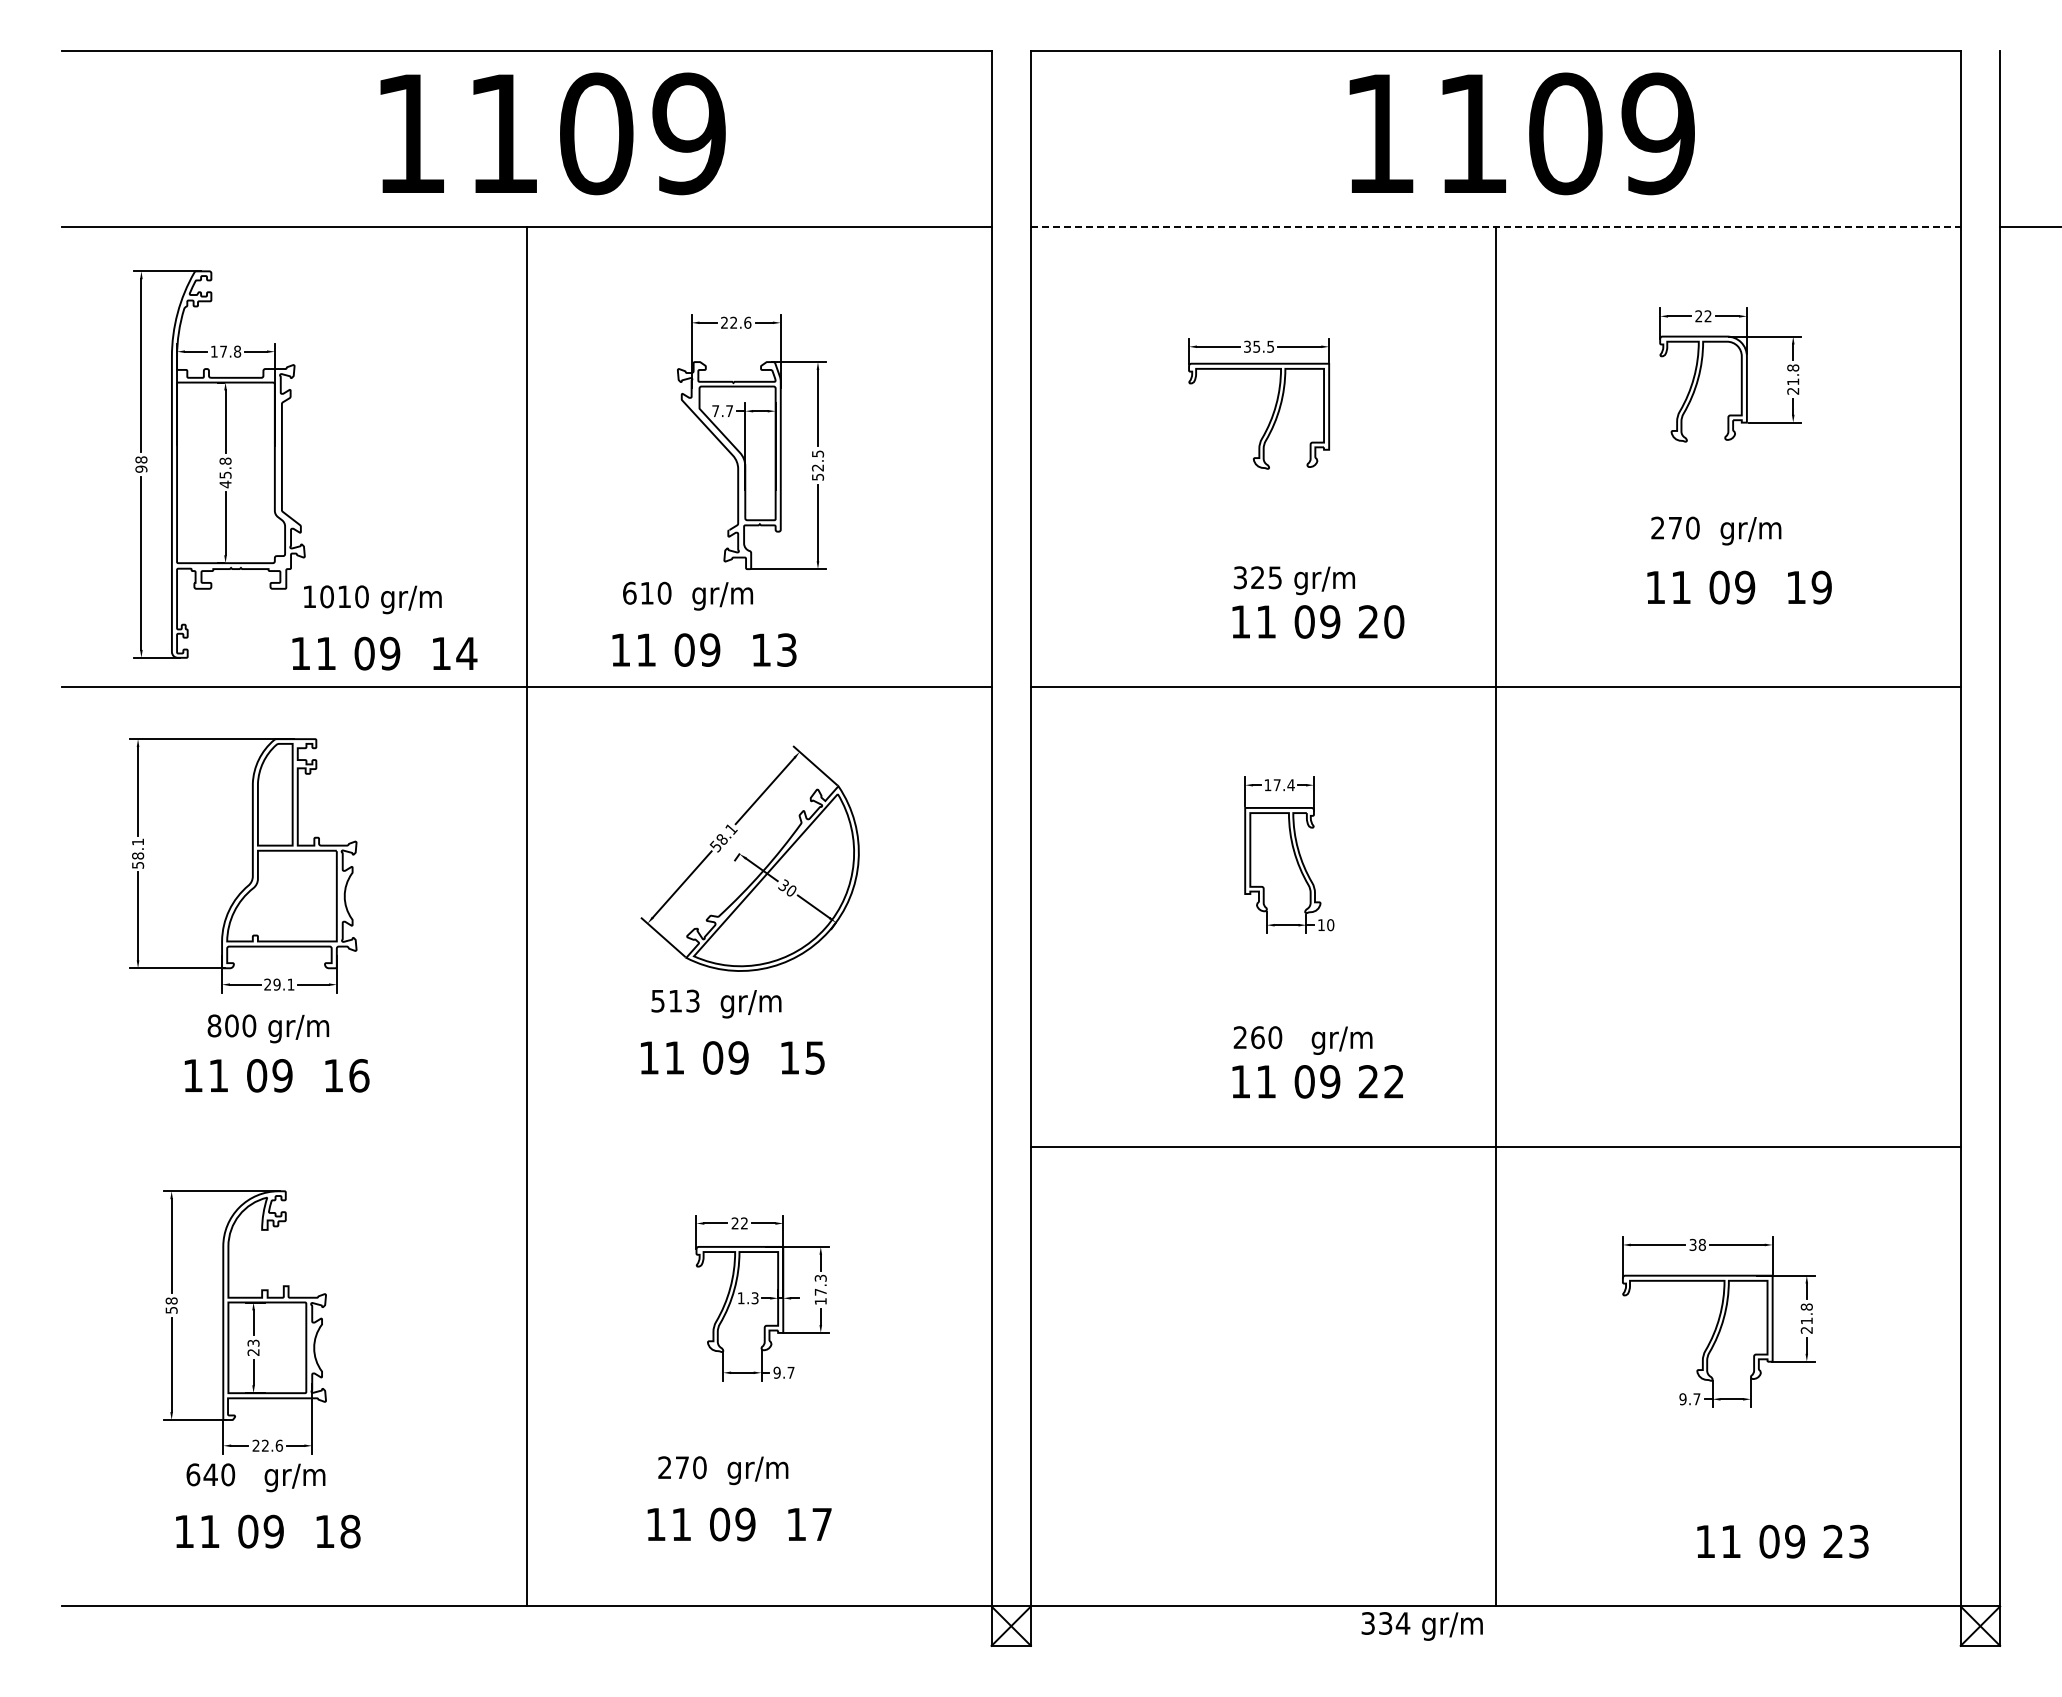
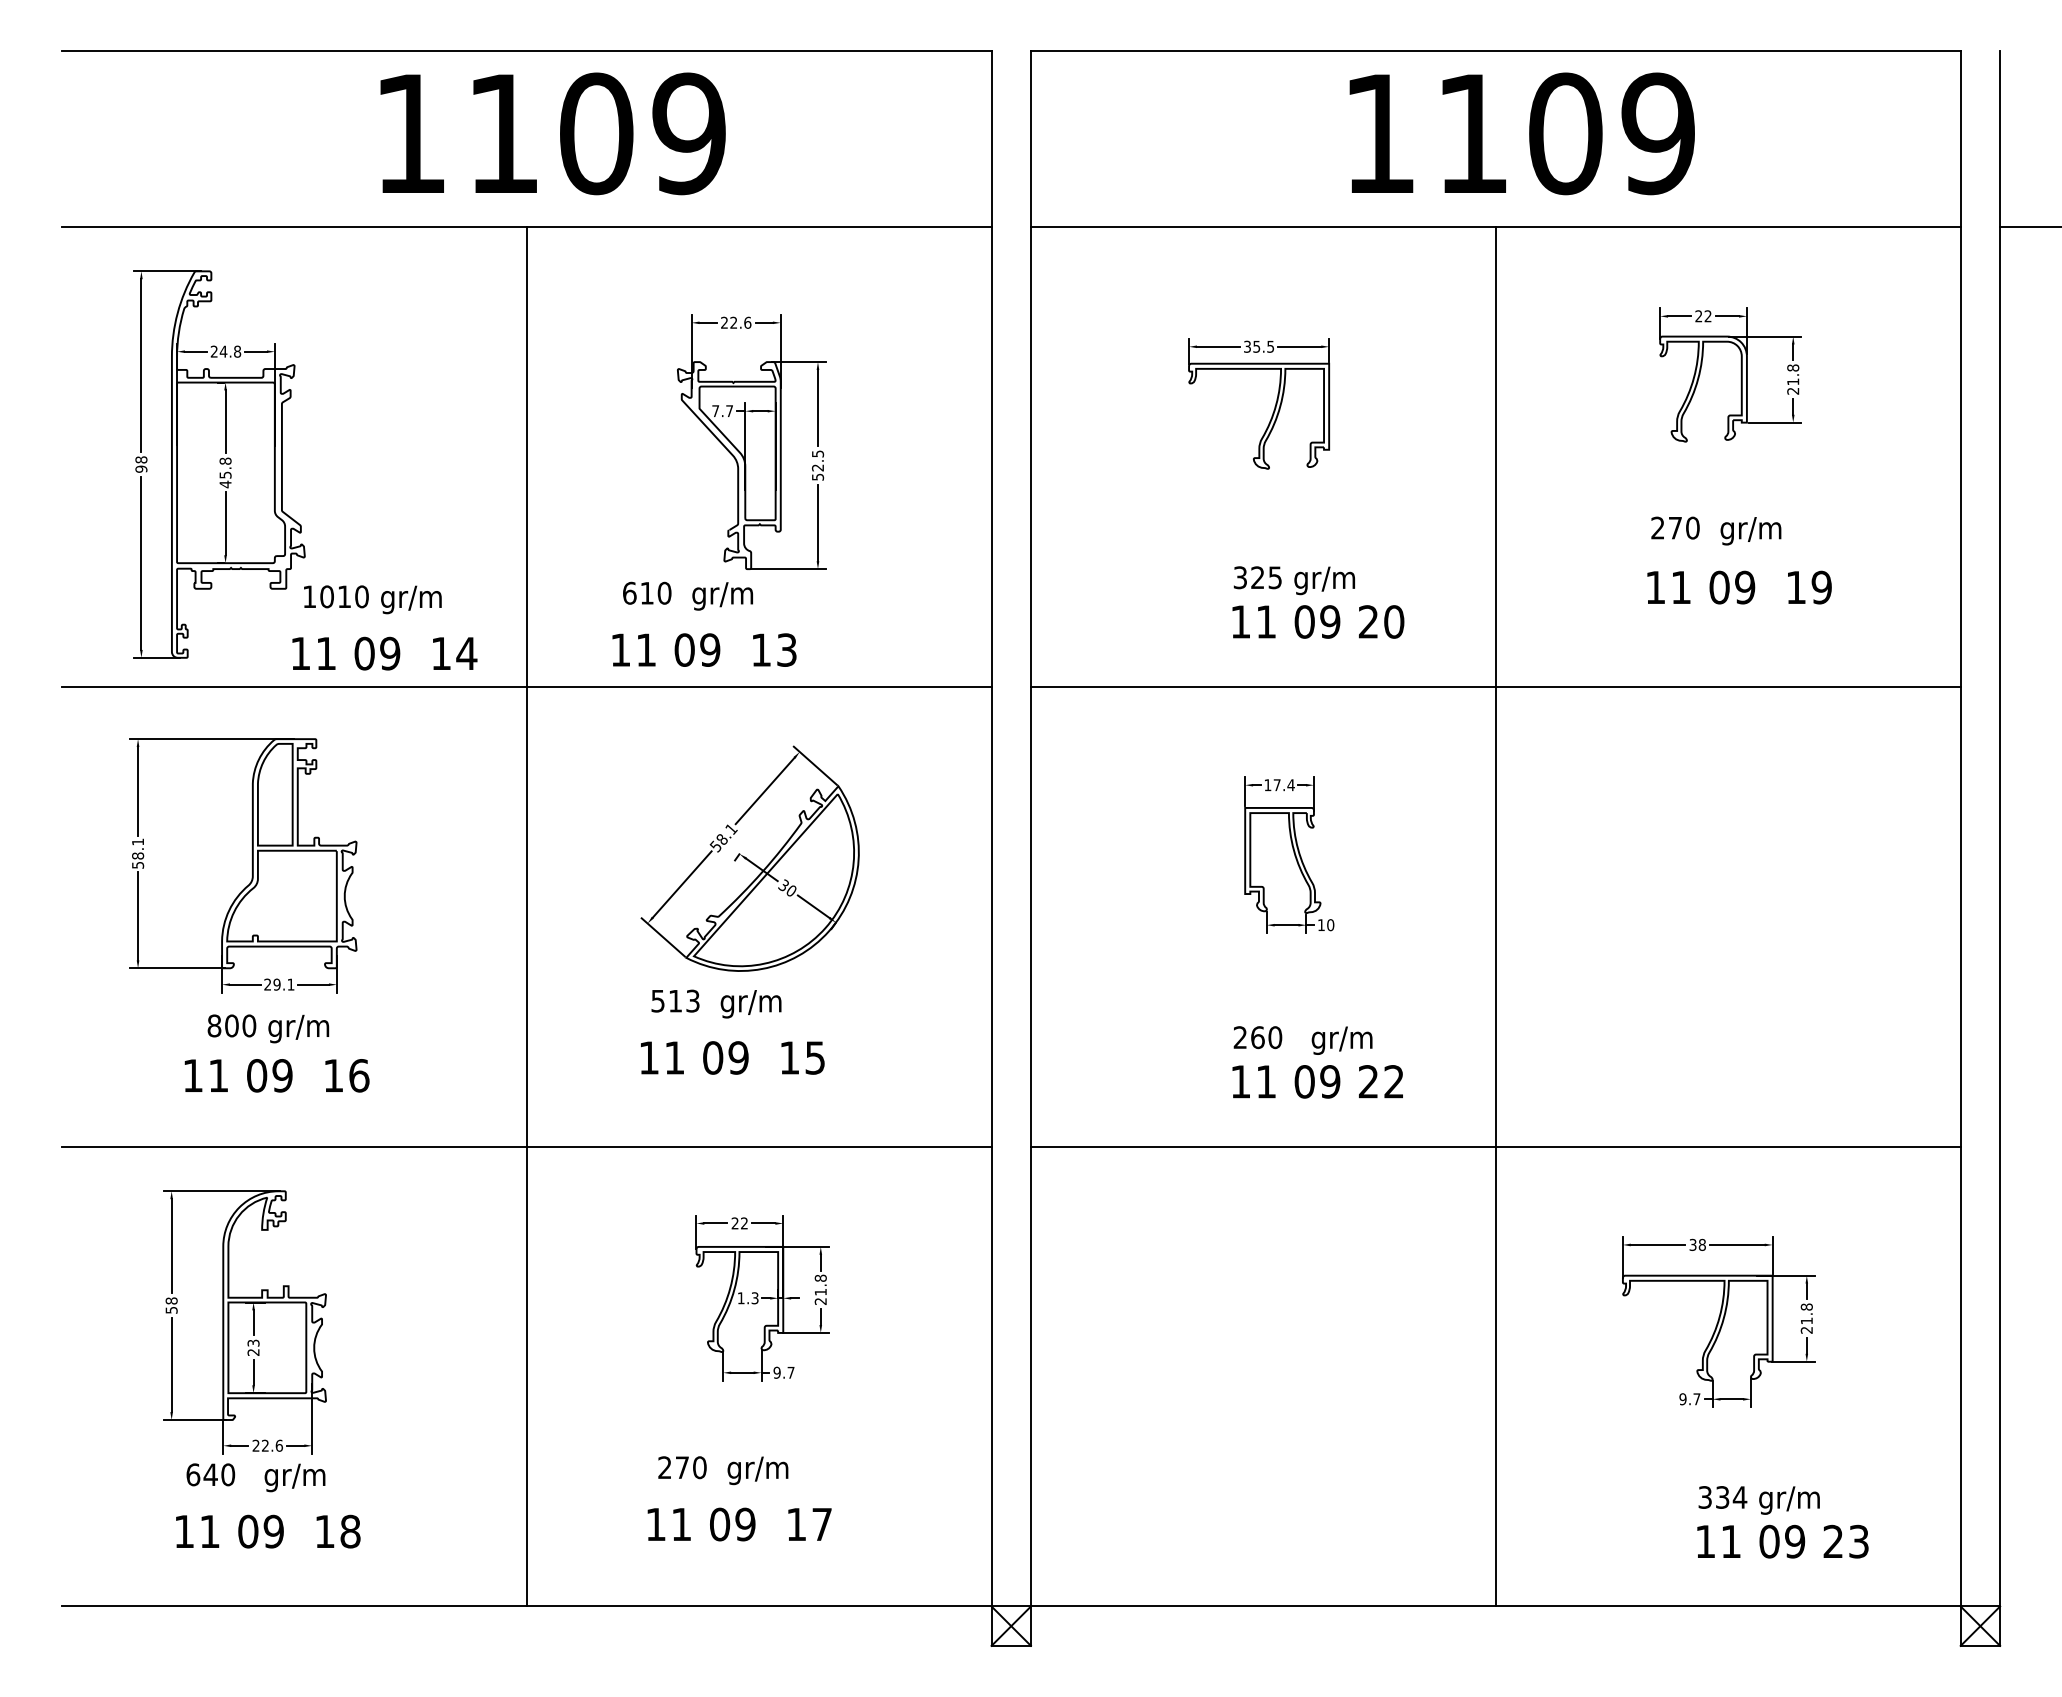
line at (1495, 226): dashed -> solid
text at (218, 351): 17.8 -> 24.8
line at (526, 1146): none -> present
text at (820, 1289): 17.3 -> 21.8
text at (1421, 1626) position: (1421, 1626) -> (1758, 1500)
